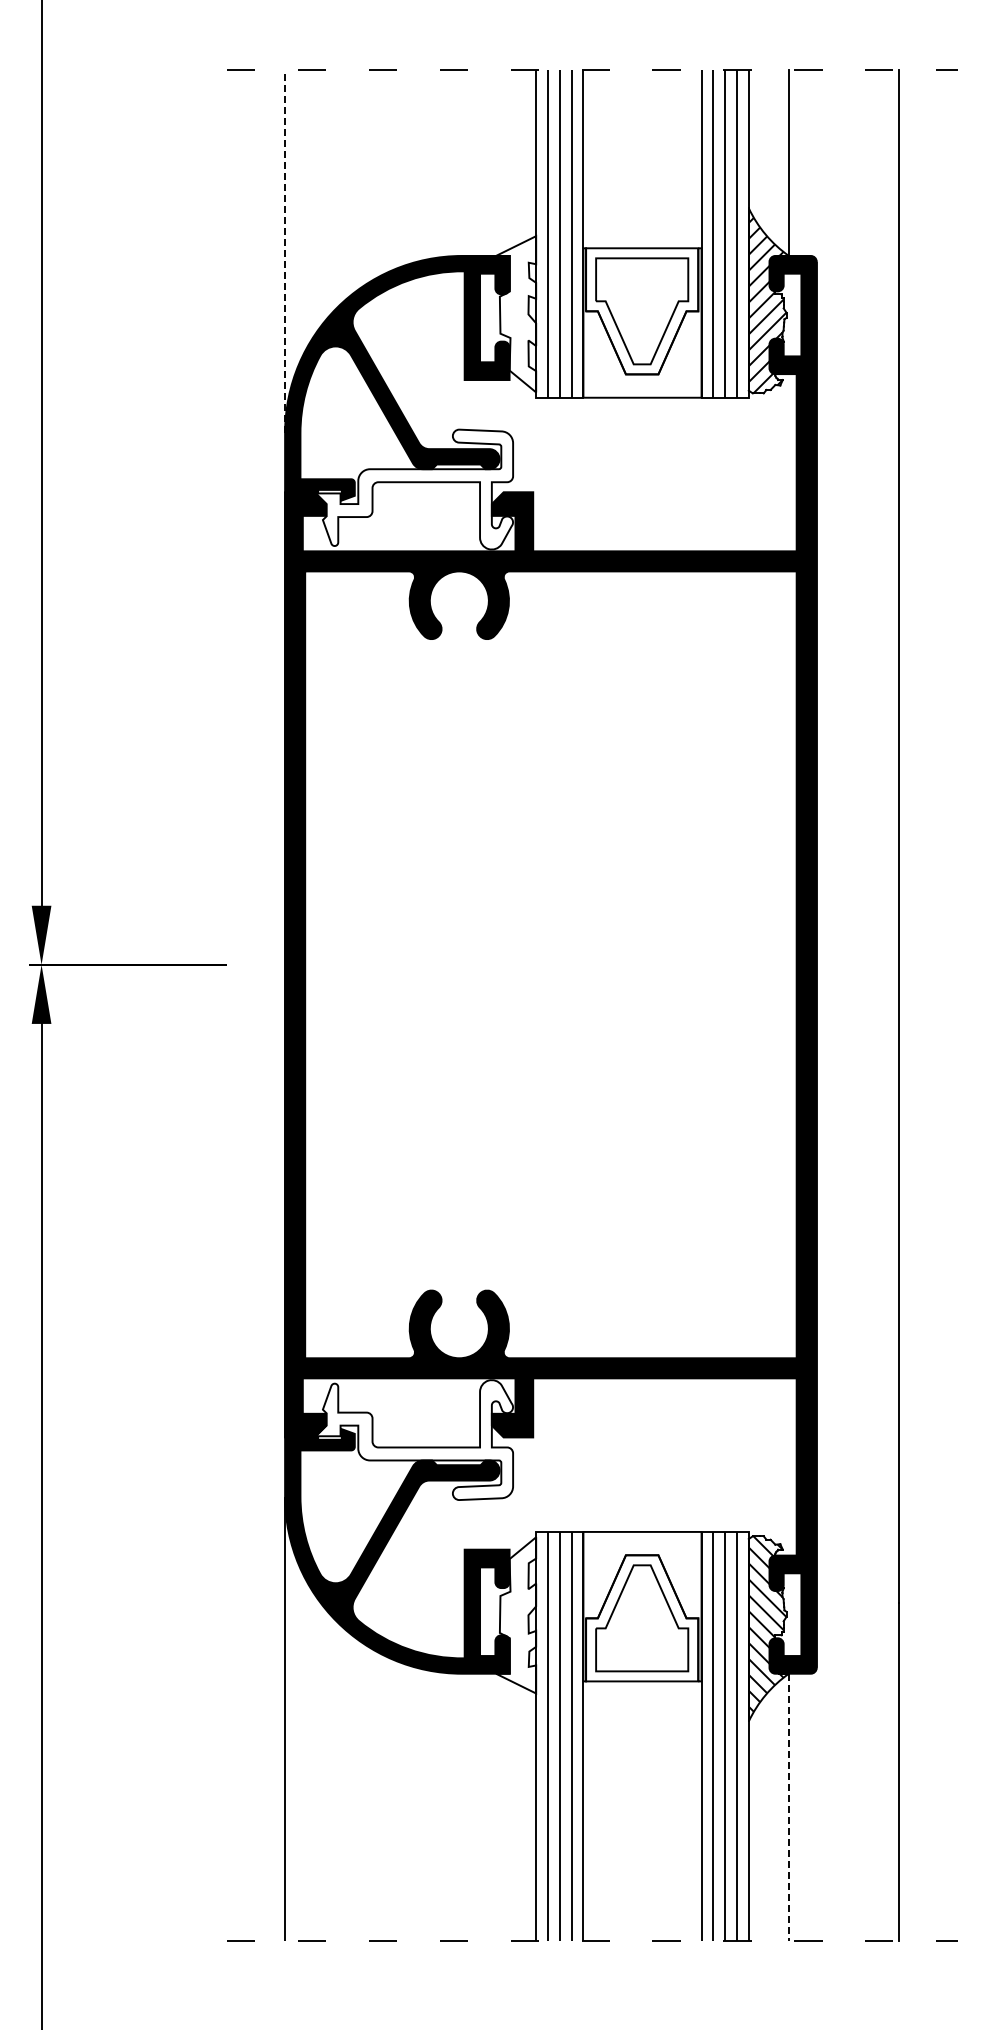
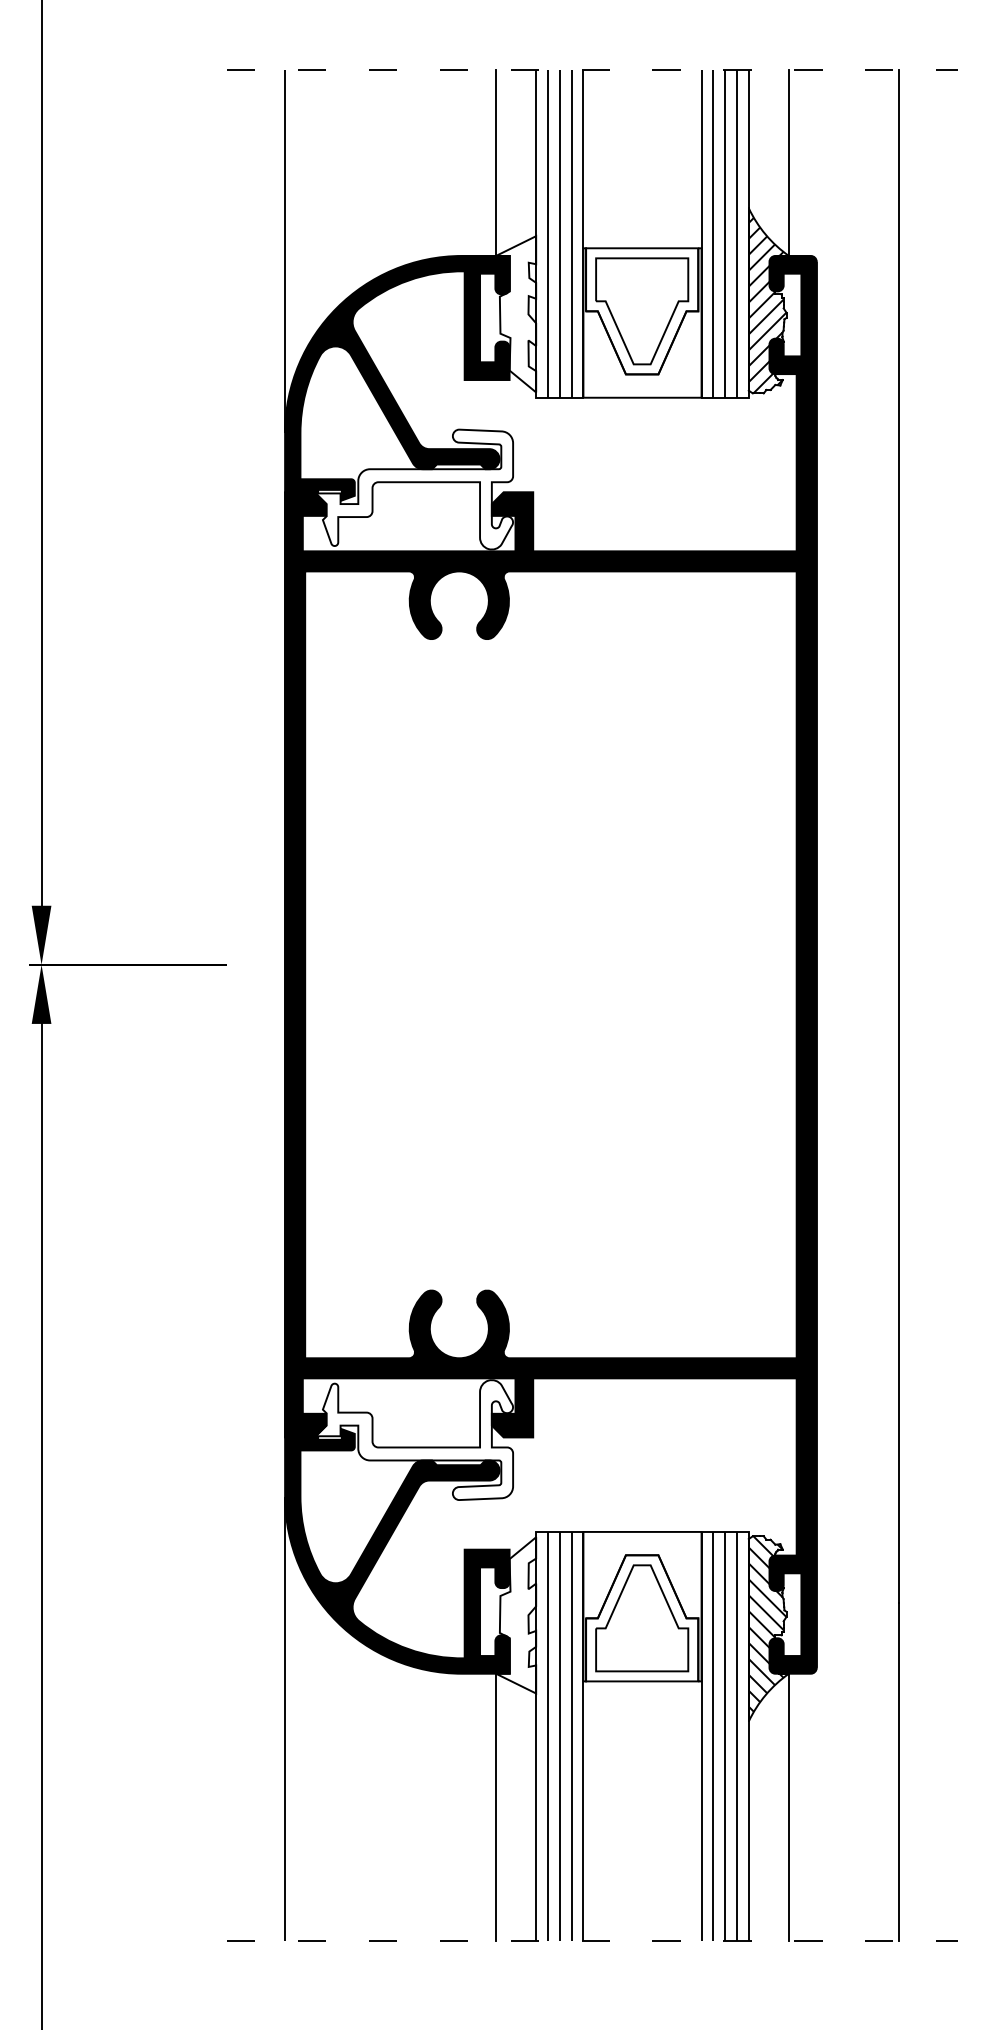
line at (496, 162): none -> present
line at (285, 251): dashed -> solid
line at (496, 1807): none -> present
line at (788, 1807): dashed -> solid
